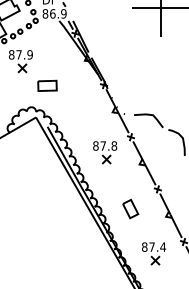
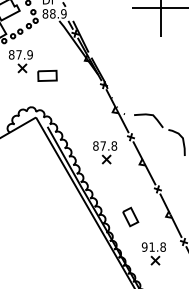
text at (52, 13): 86.9 -> 88.9
part at (47, 85) position: (47, 85) -> (47, 75)
part at (130, 208) position: (130, 208) -> (130, 216)
text at (153, 246): 87.4 -> 91.8
